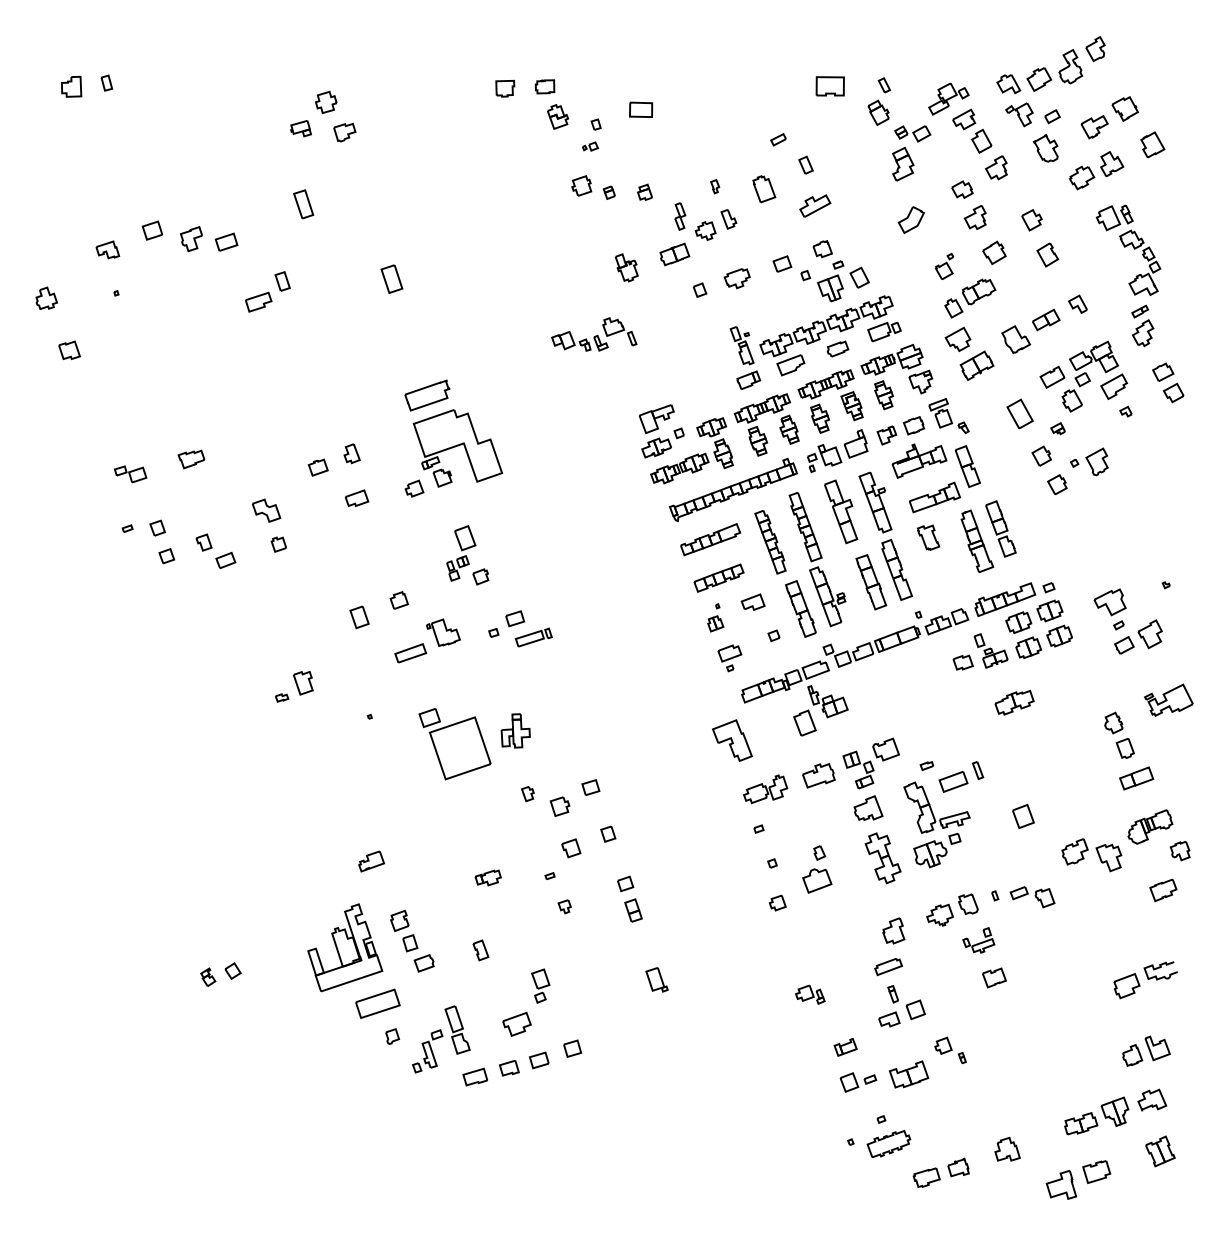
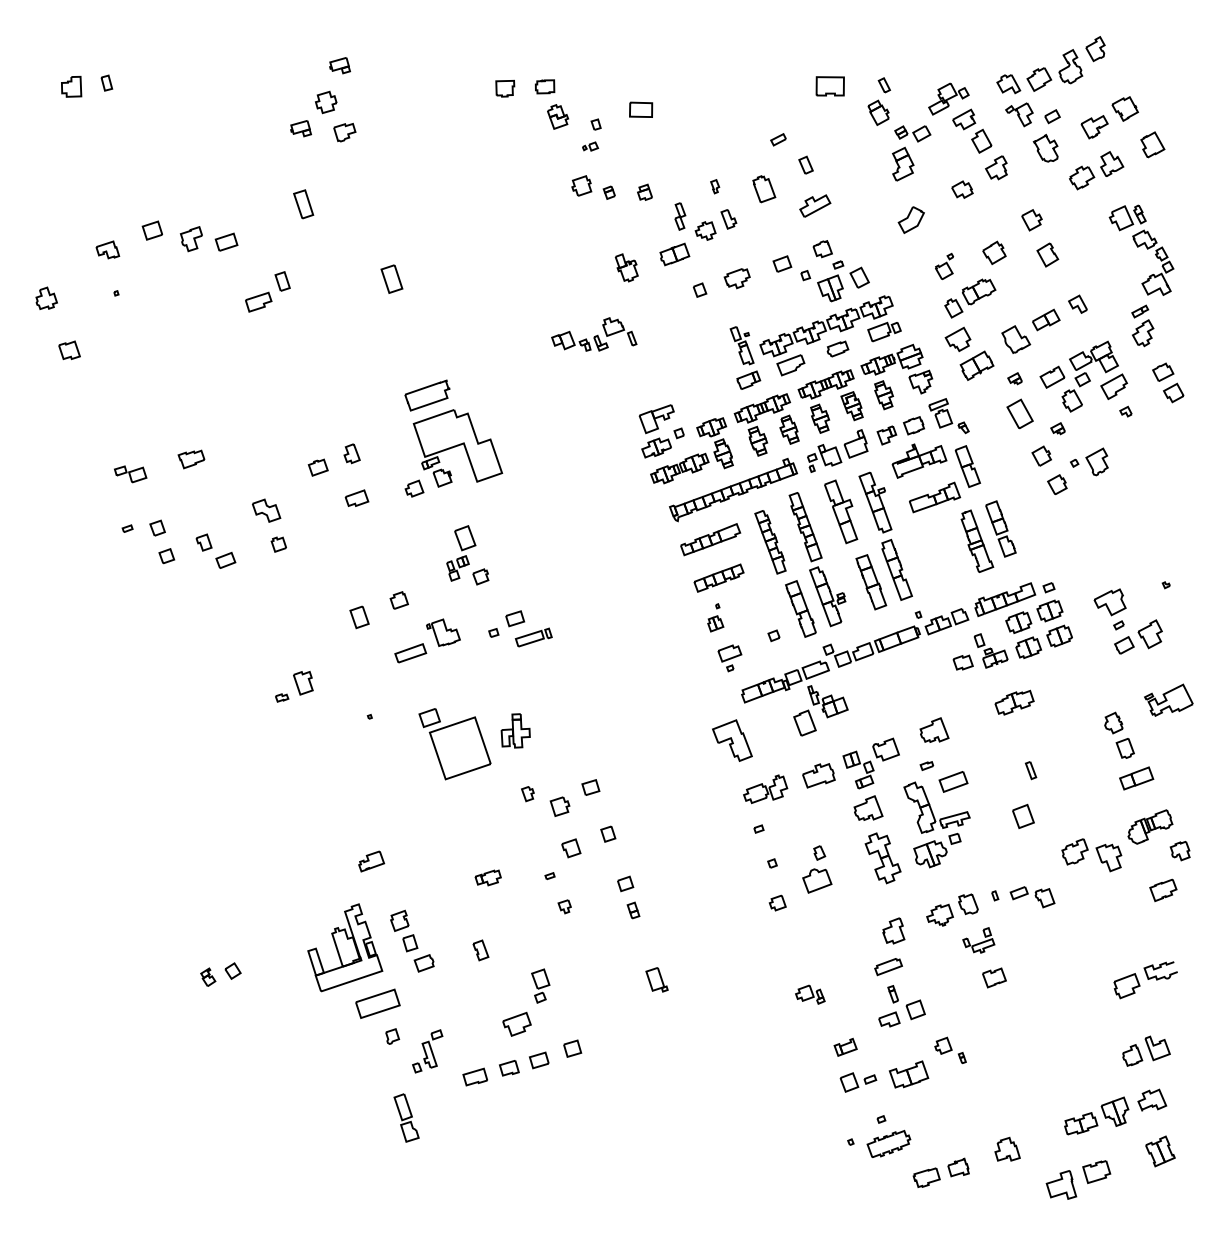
part at (339, 65): none -> present
part at (974, 217): present -> none
part at (1128, 249) position: (1128, 249) -> (1141, 249)
part at (1014, 378): none -> present
part at (928, 537): present -> none
part at (752, 601): present -> none
part at (934, 729): none -> present
part at (977, 770) position: (977, 770) -> (1030, 770)
part at (633, 910) size: 19x25 px -> 15x19 px
part at (457, 1029) position: (457, 1029) -> (406, 1117)
